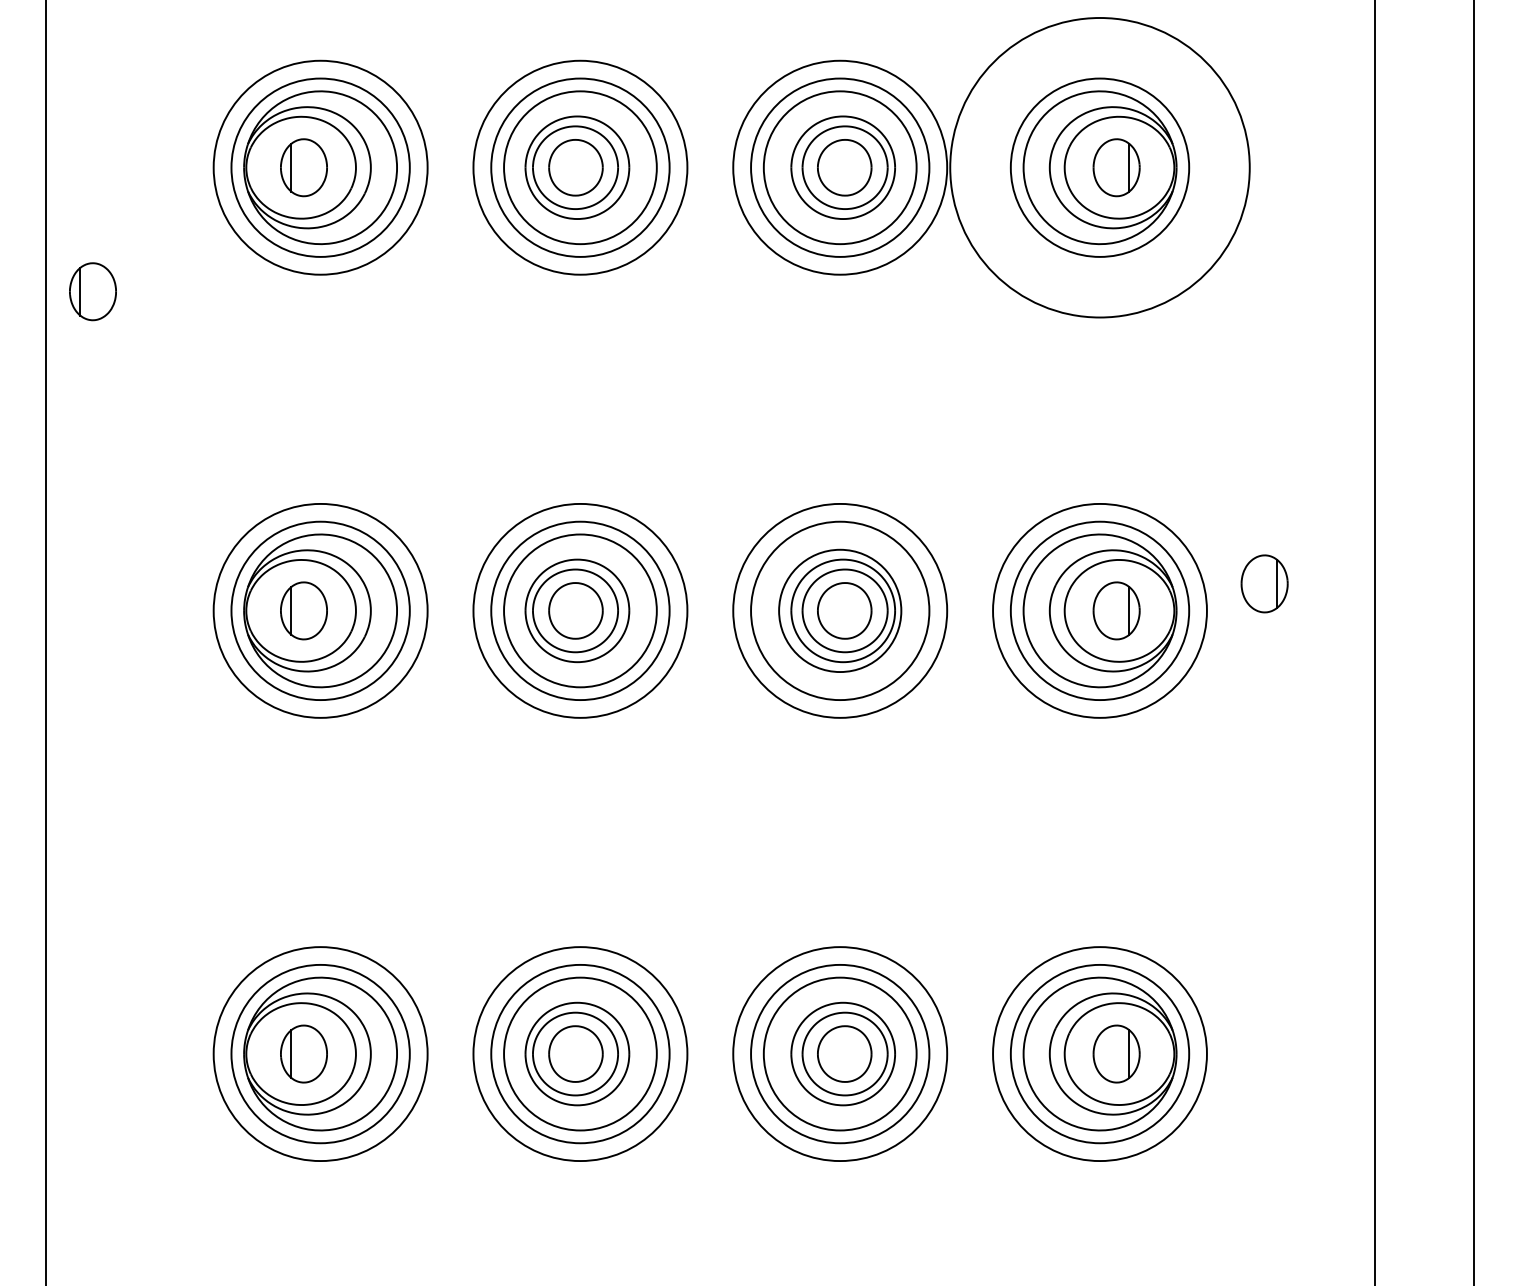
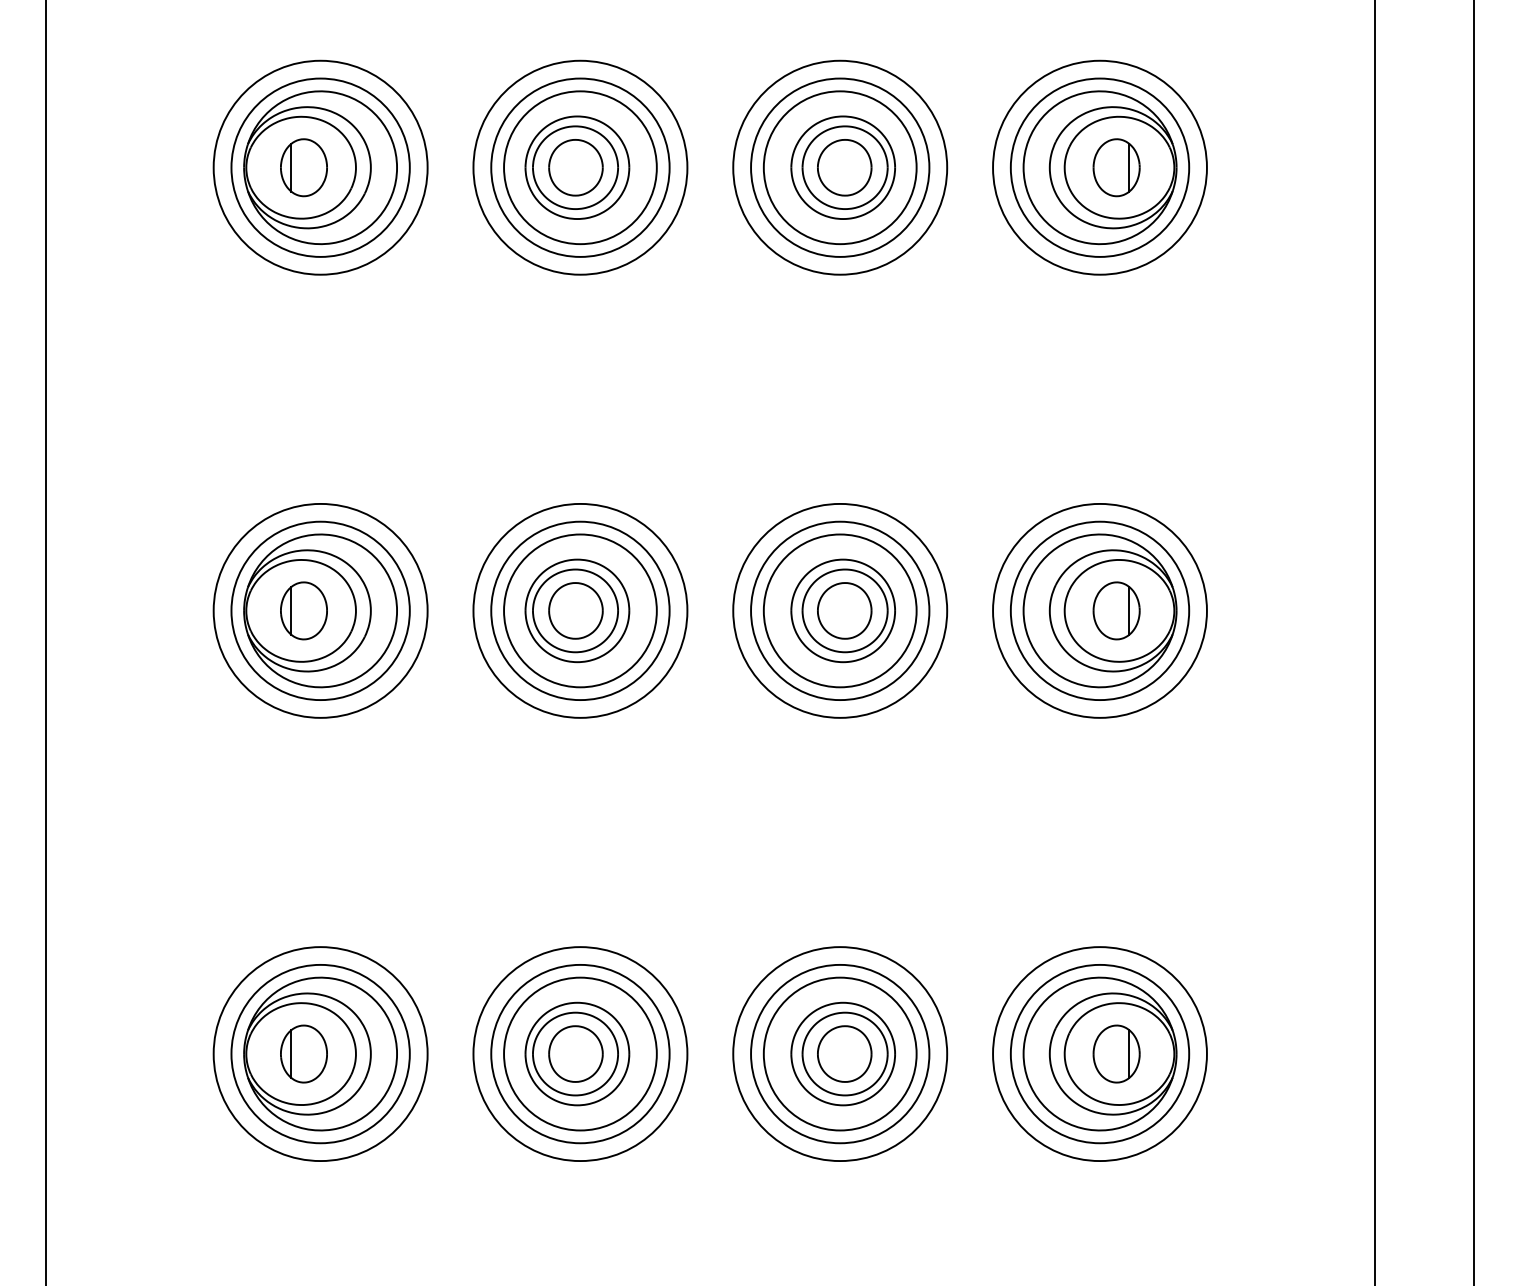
circle at (1099, 167) diameter: 300 px -> 214 px
part at (92, 291): present -> none
part at (1264, 583): present -> none
circle at (840, 610) diameter: 122 px -> 153 px
